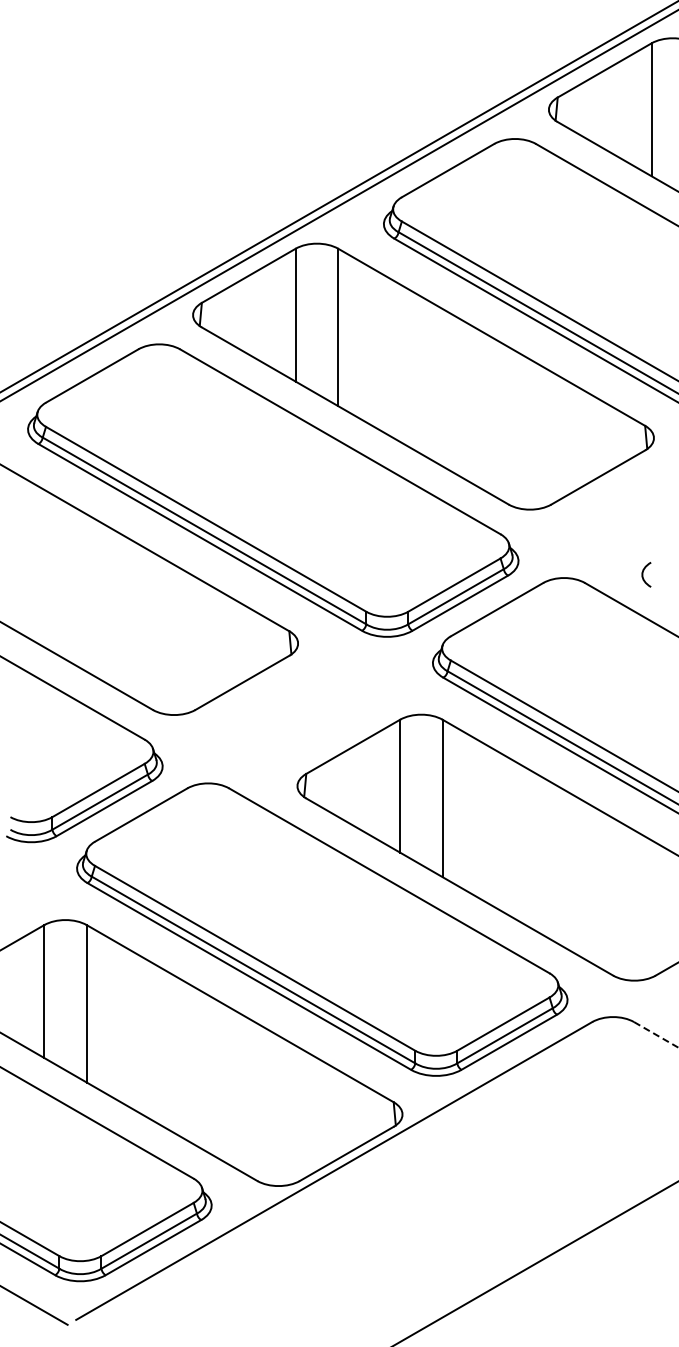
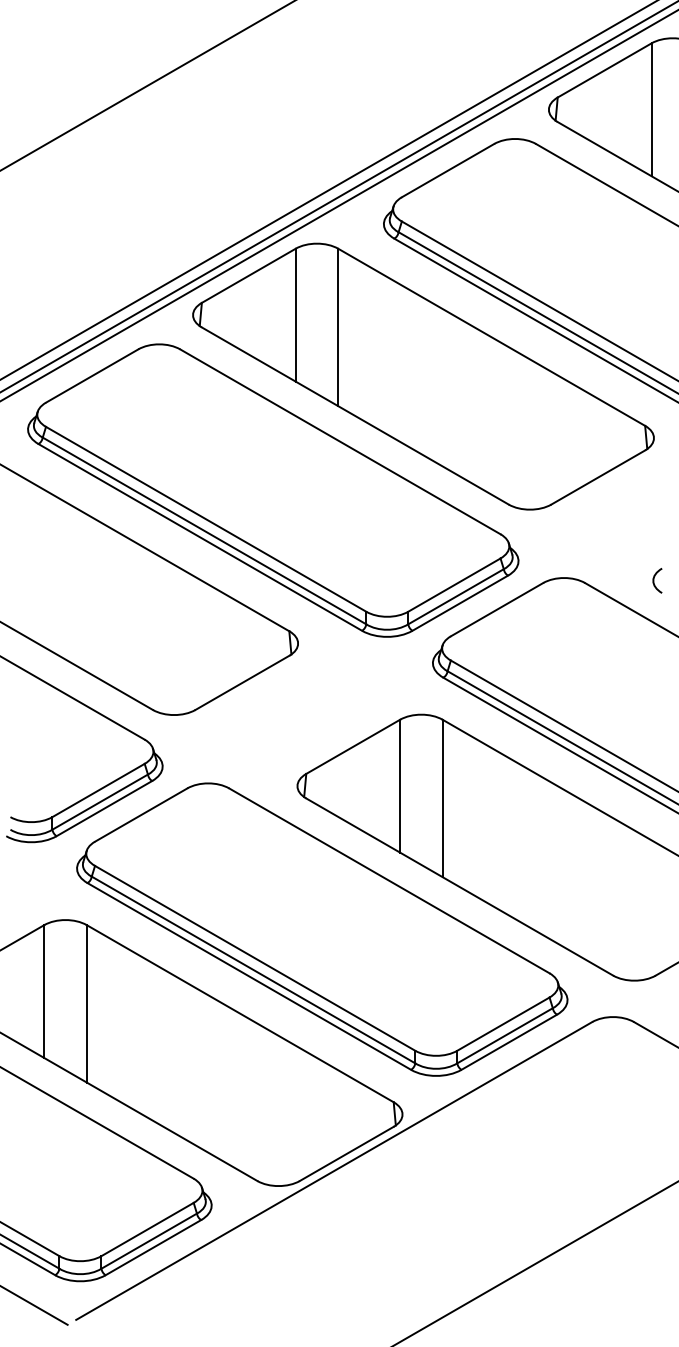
line at (147, 85): none -> present
line at (328, 190): none -> present
curve at (643, 574) position: (643, 574) -> (654, 580)
line at (656, 1035): dashed -> solid
